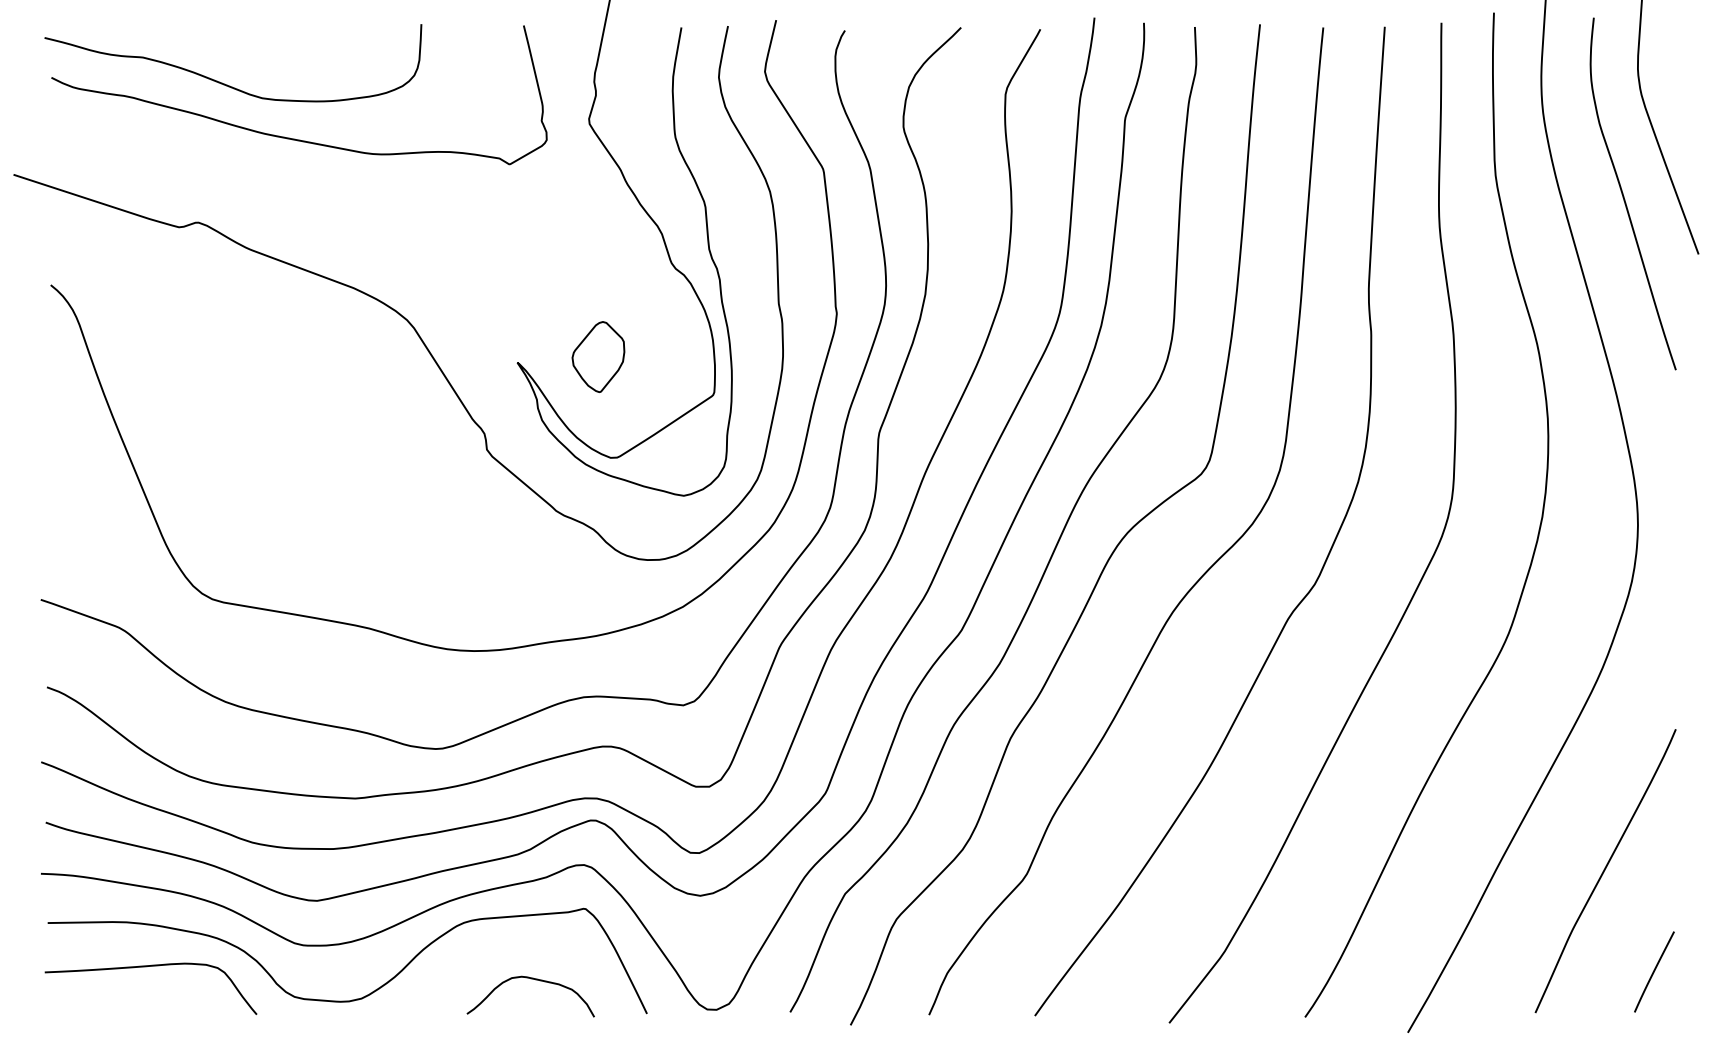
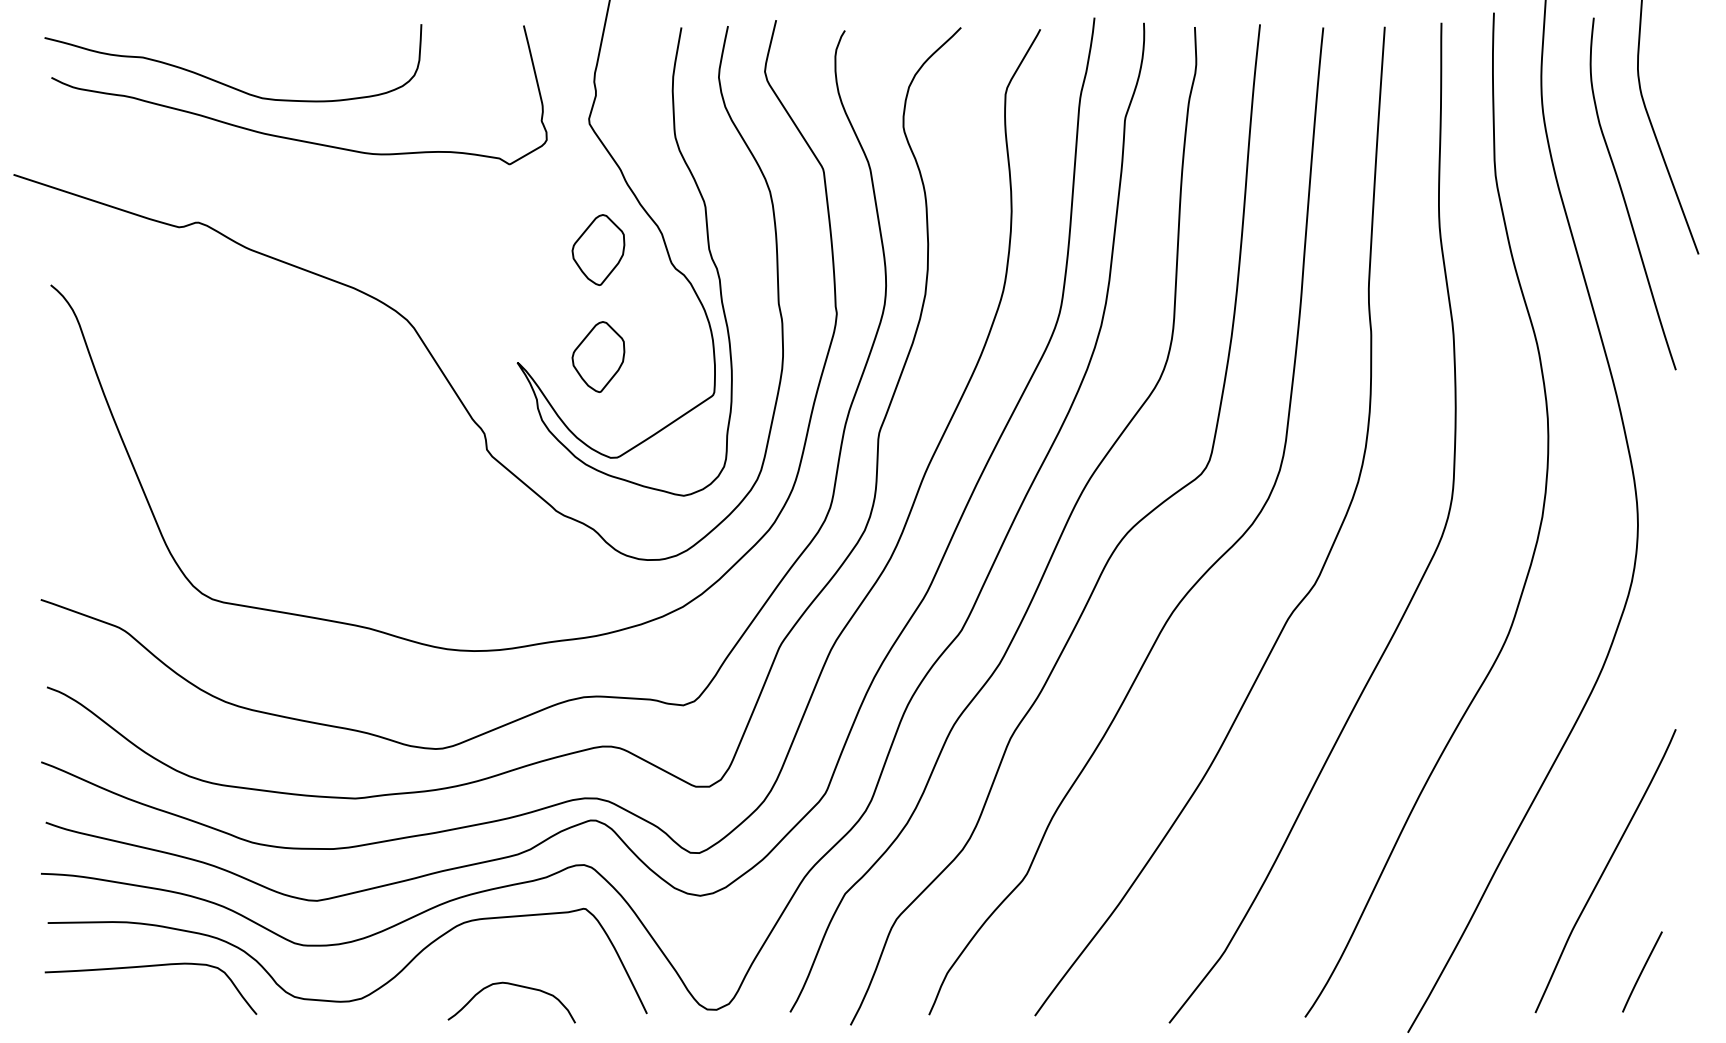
part at (598, 249): none -> present
curve at (1654, 971) position: (1654, 971) -> (1642, 971)
curve at (535, 980) position: (535, 980) -> (516, 986)
